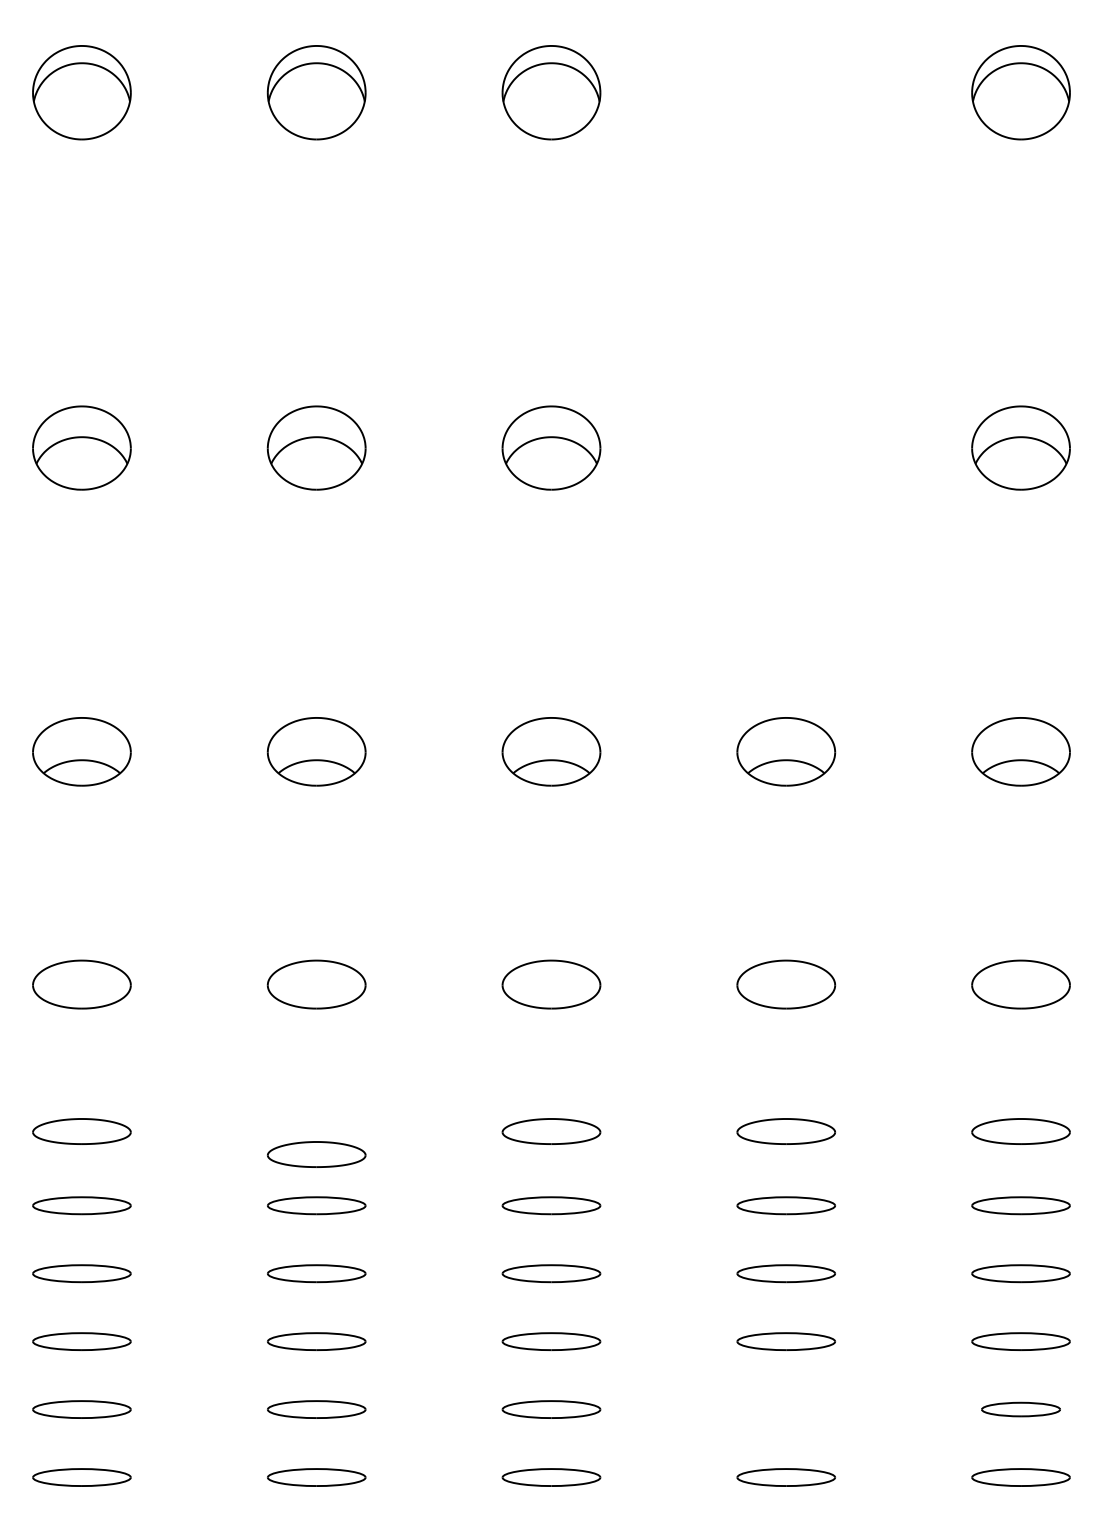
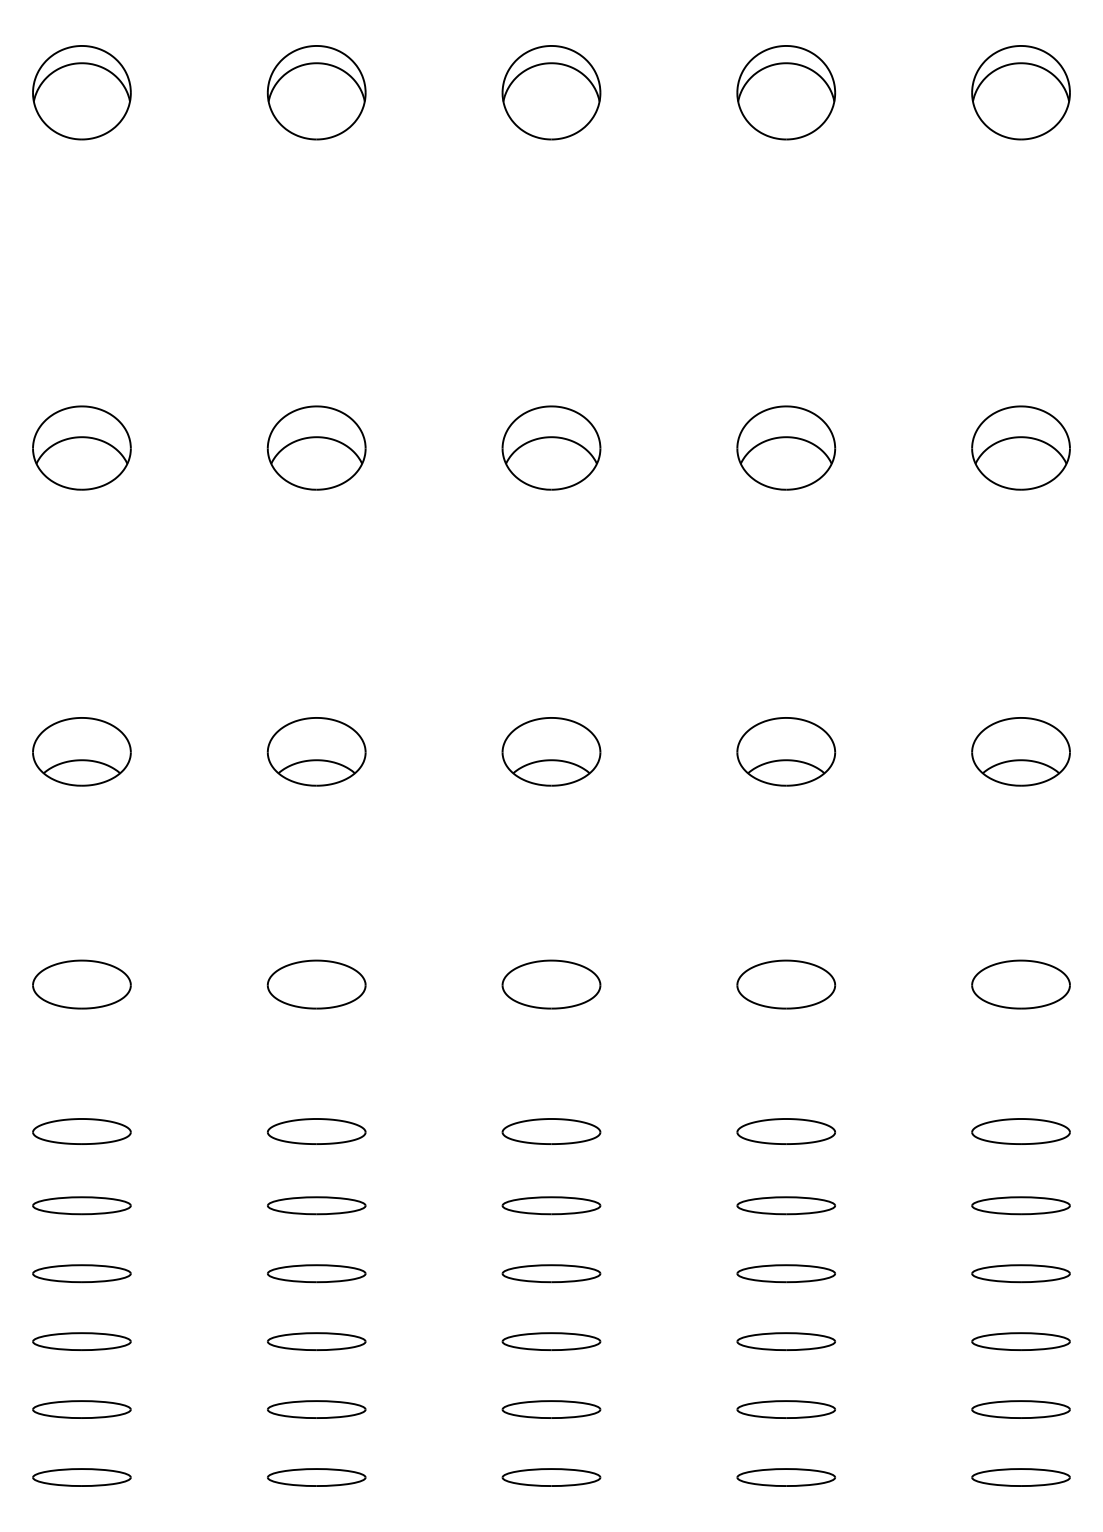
part at (786, 92): none -> present
part at (786, 447): none -> present
part at (316, 1154) position: (316, 1154) -> (316, 1131)
part at (785, 1409): none -> present
part at (1020, 1409) size: 80x17 px -> 100x19 px
